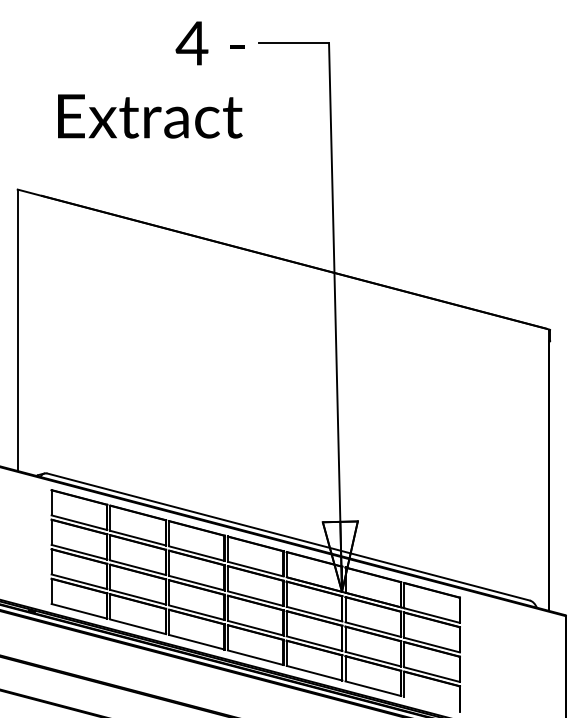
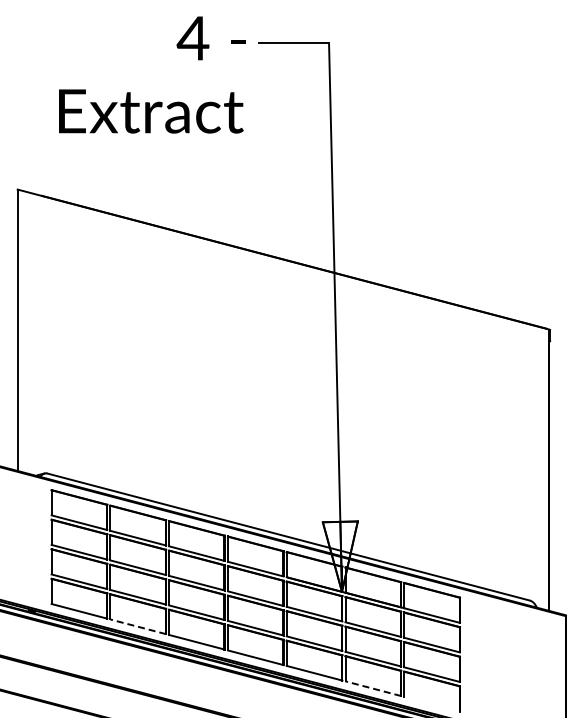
text at (151, 79) position: (151, 79) -> (152, 74)
line at (138, 626): solid -> dashed
line at (373, 688): solid -> dashed
